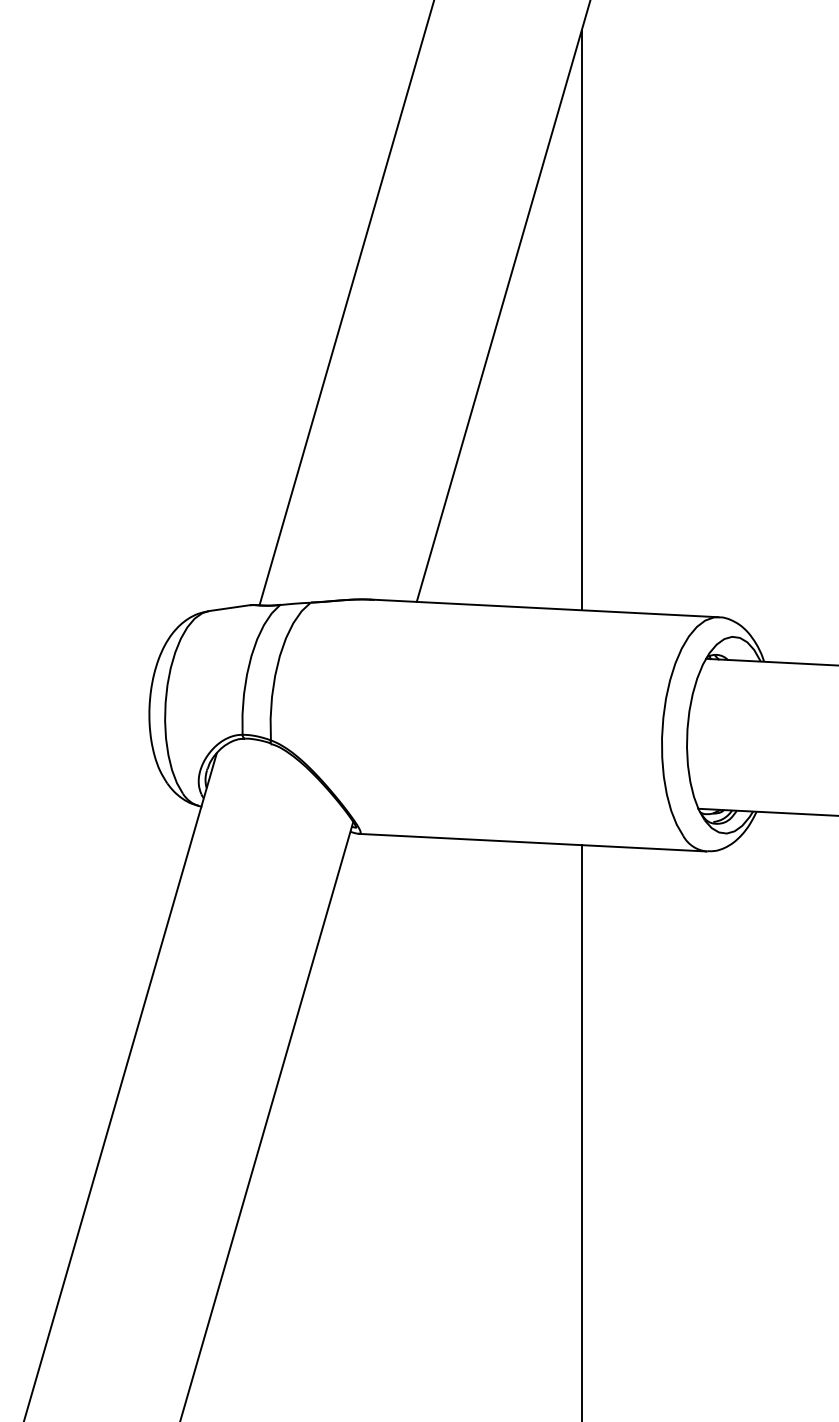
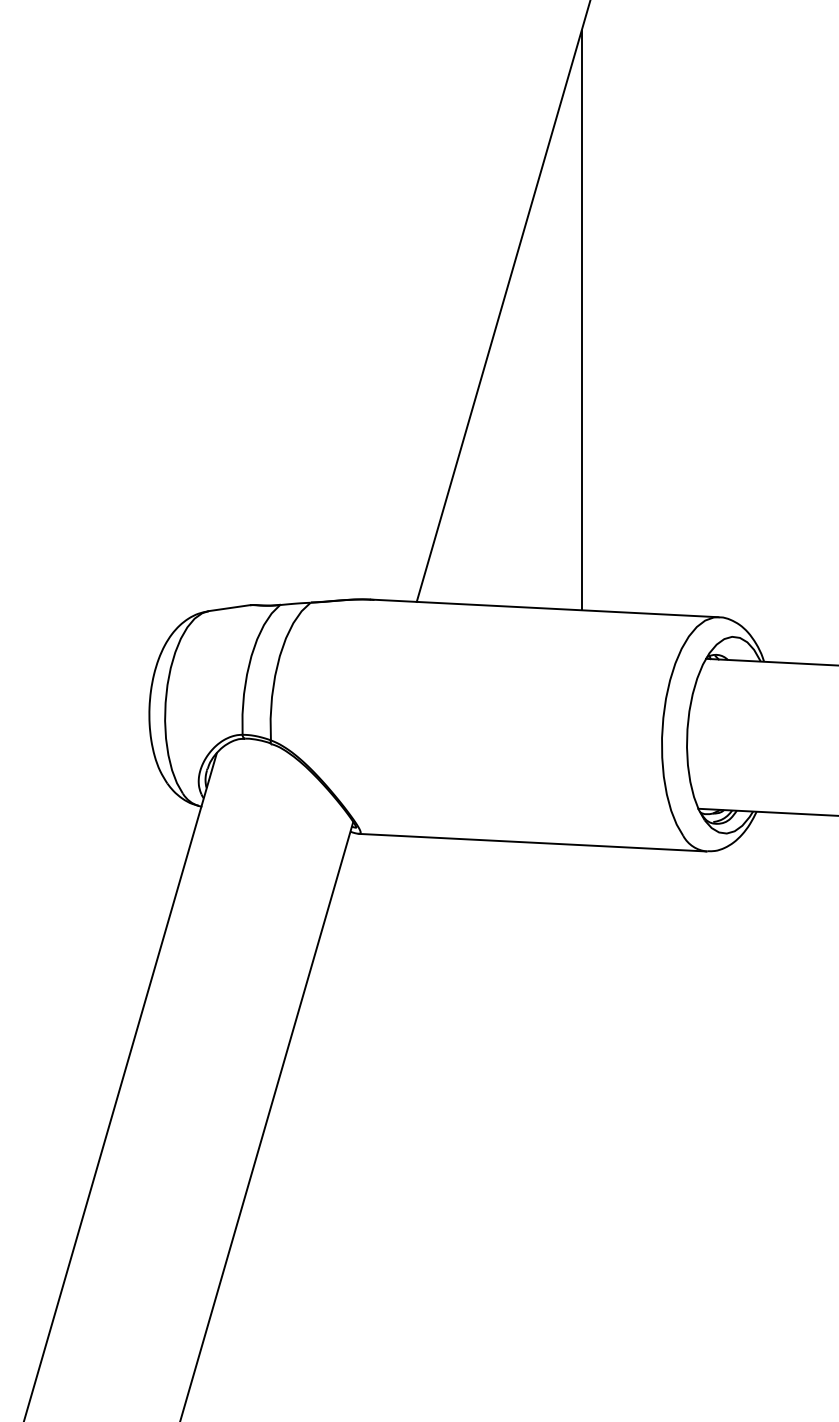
line at (346, 303): present -> none
line at (581, 1131): present -> none
